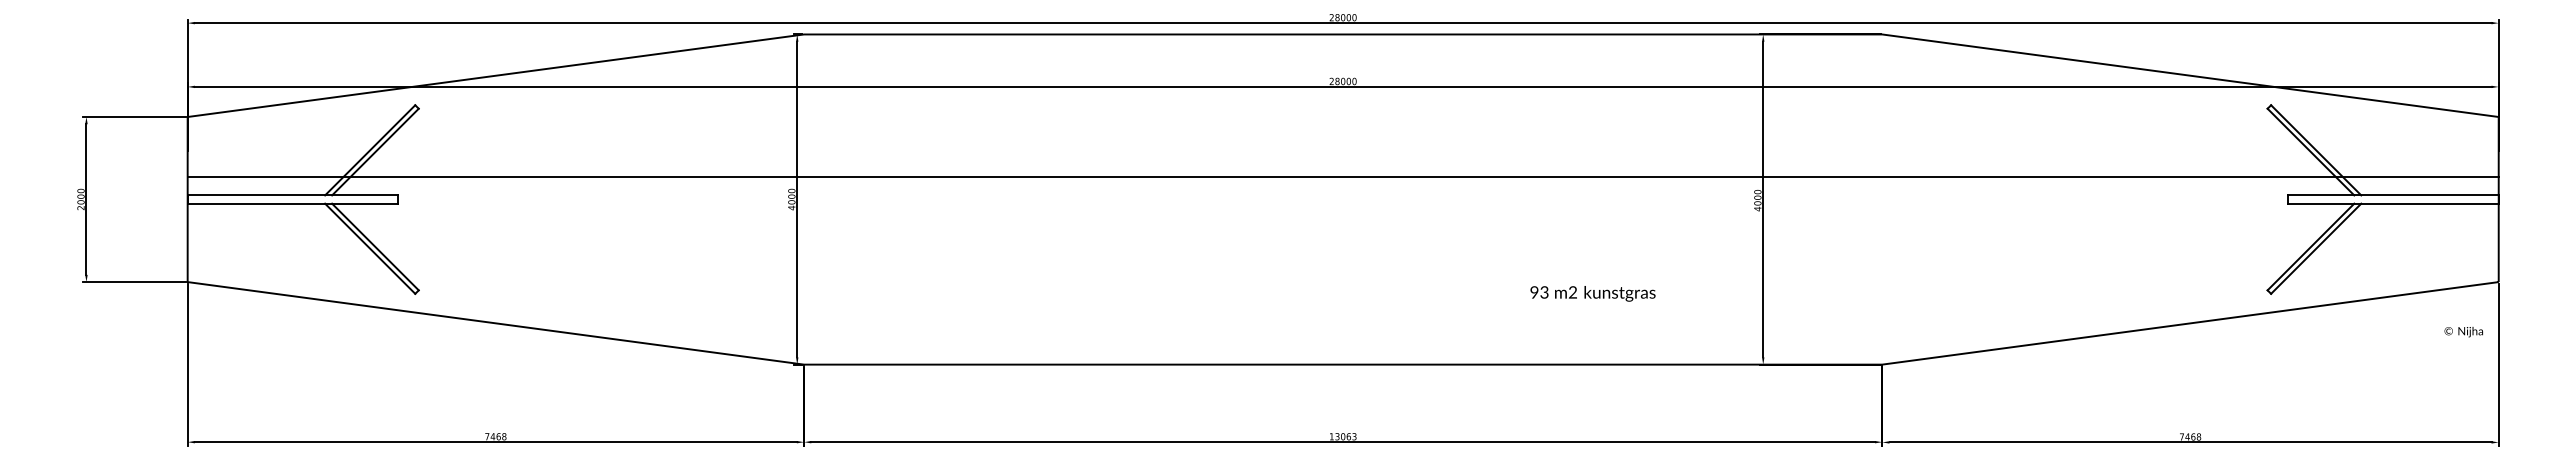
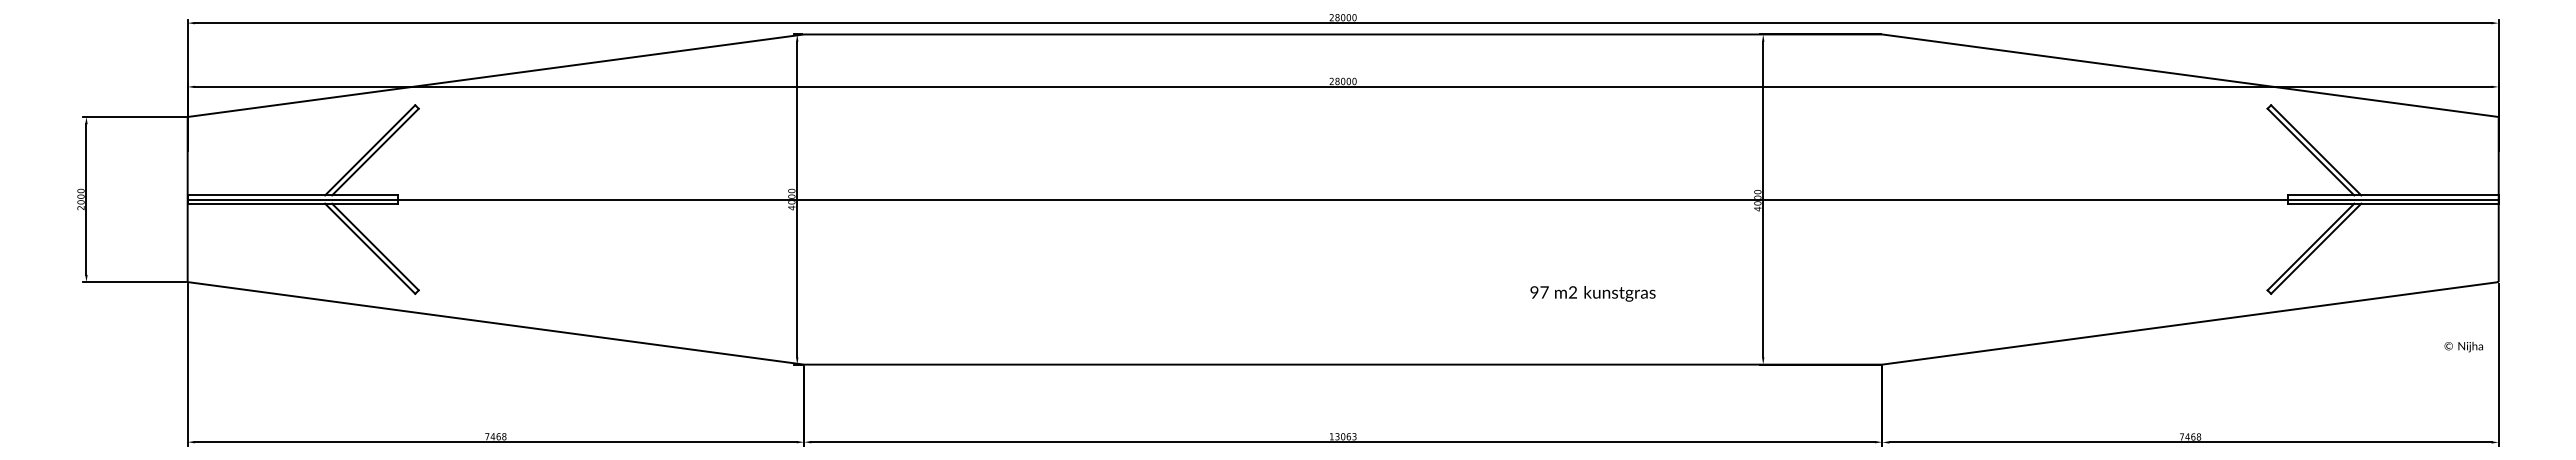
line at (1342, 176) position: (1342, 176) -> (1342, 199)
text at (1544, 292): 93 -> 97
text at (2463, 332) position: (2463, 332) -> (2463, 347)
